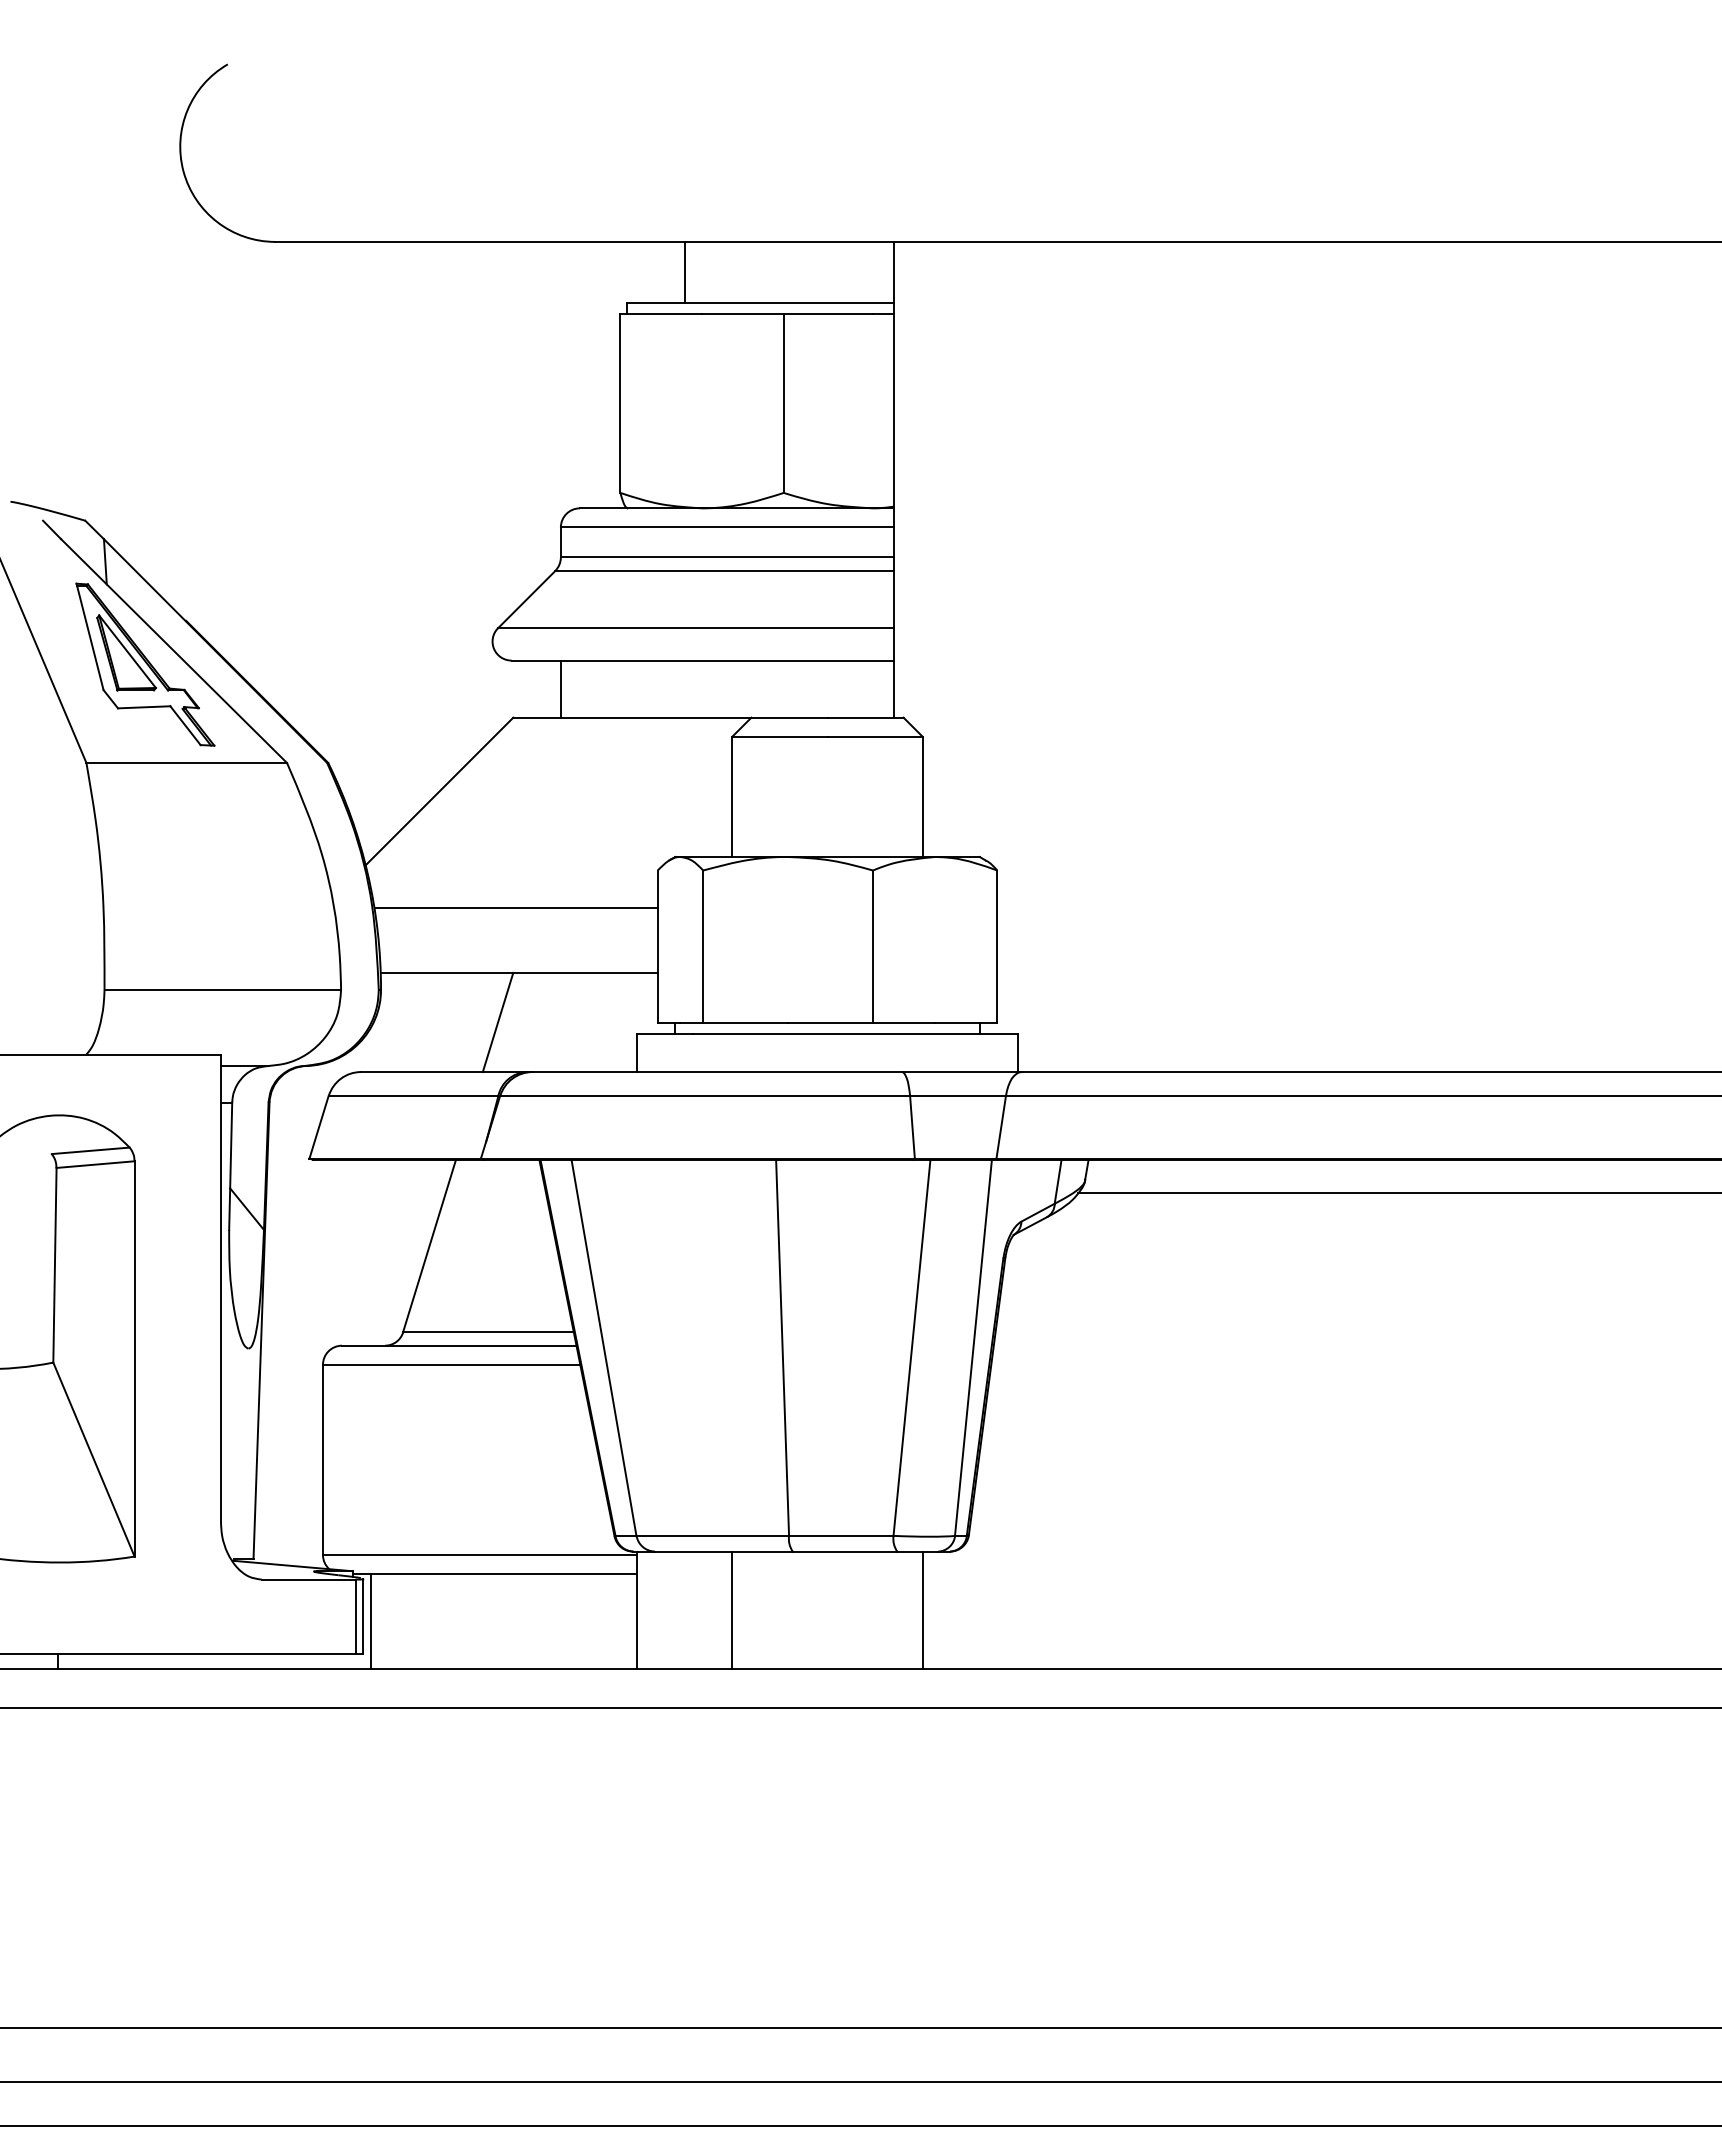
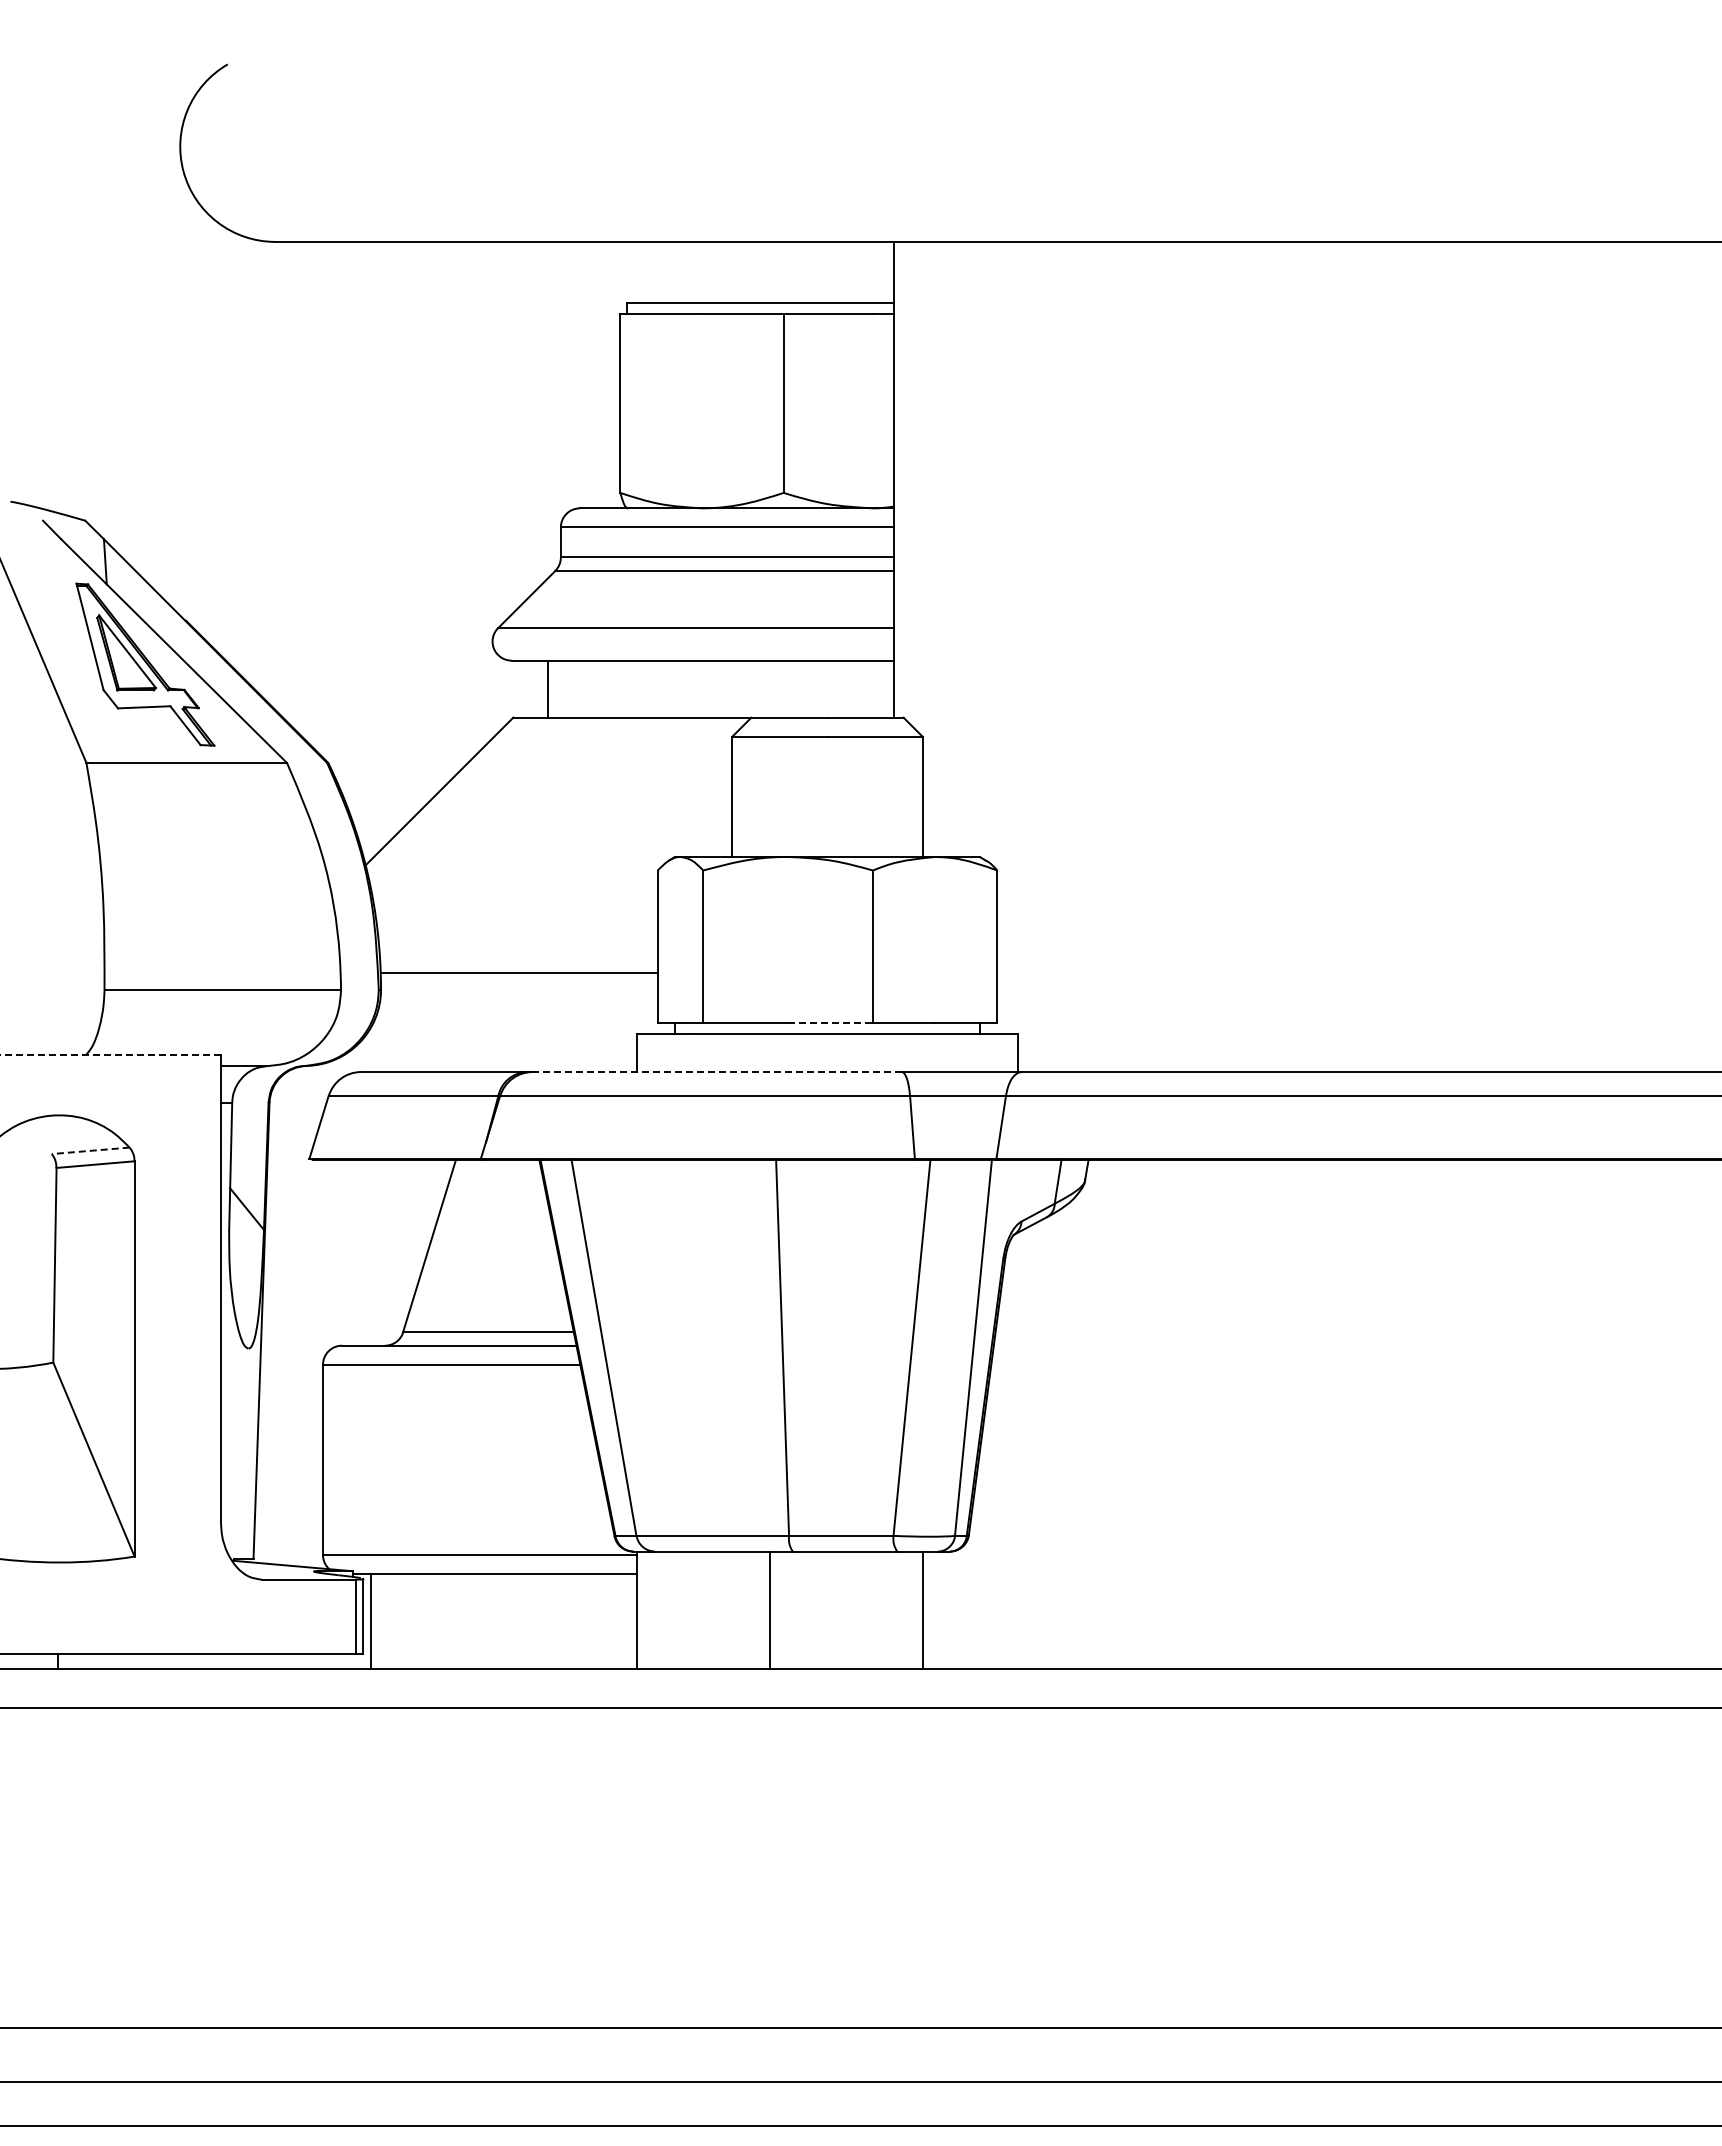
line at (684, 271): present -> none
line at (560, 688) position: (560, 688) -> (547, 688)
line at (515, 908): present -> none
line at (497, 1022): present -> none
line at (831, 1022): solid -> dashed
line at (110, 1054): solid -> dashed
line at (717, 1072): solid -> dashed
line at (90, 1150): solid -> dashed
line at (1397, 1193): present -> none
line at (732, 1610) position: (732, 1610) -> (770, 1610)
